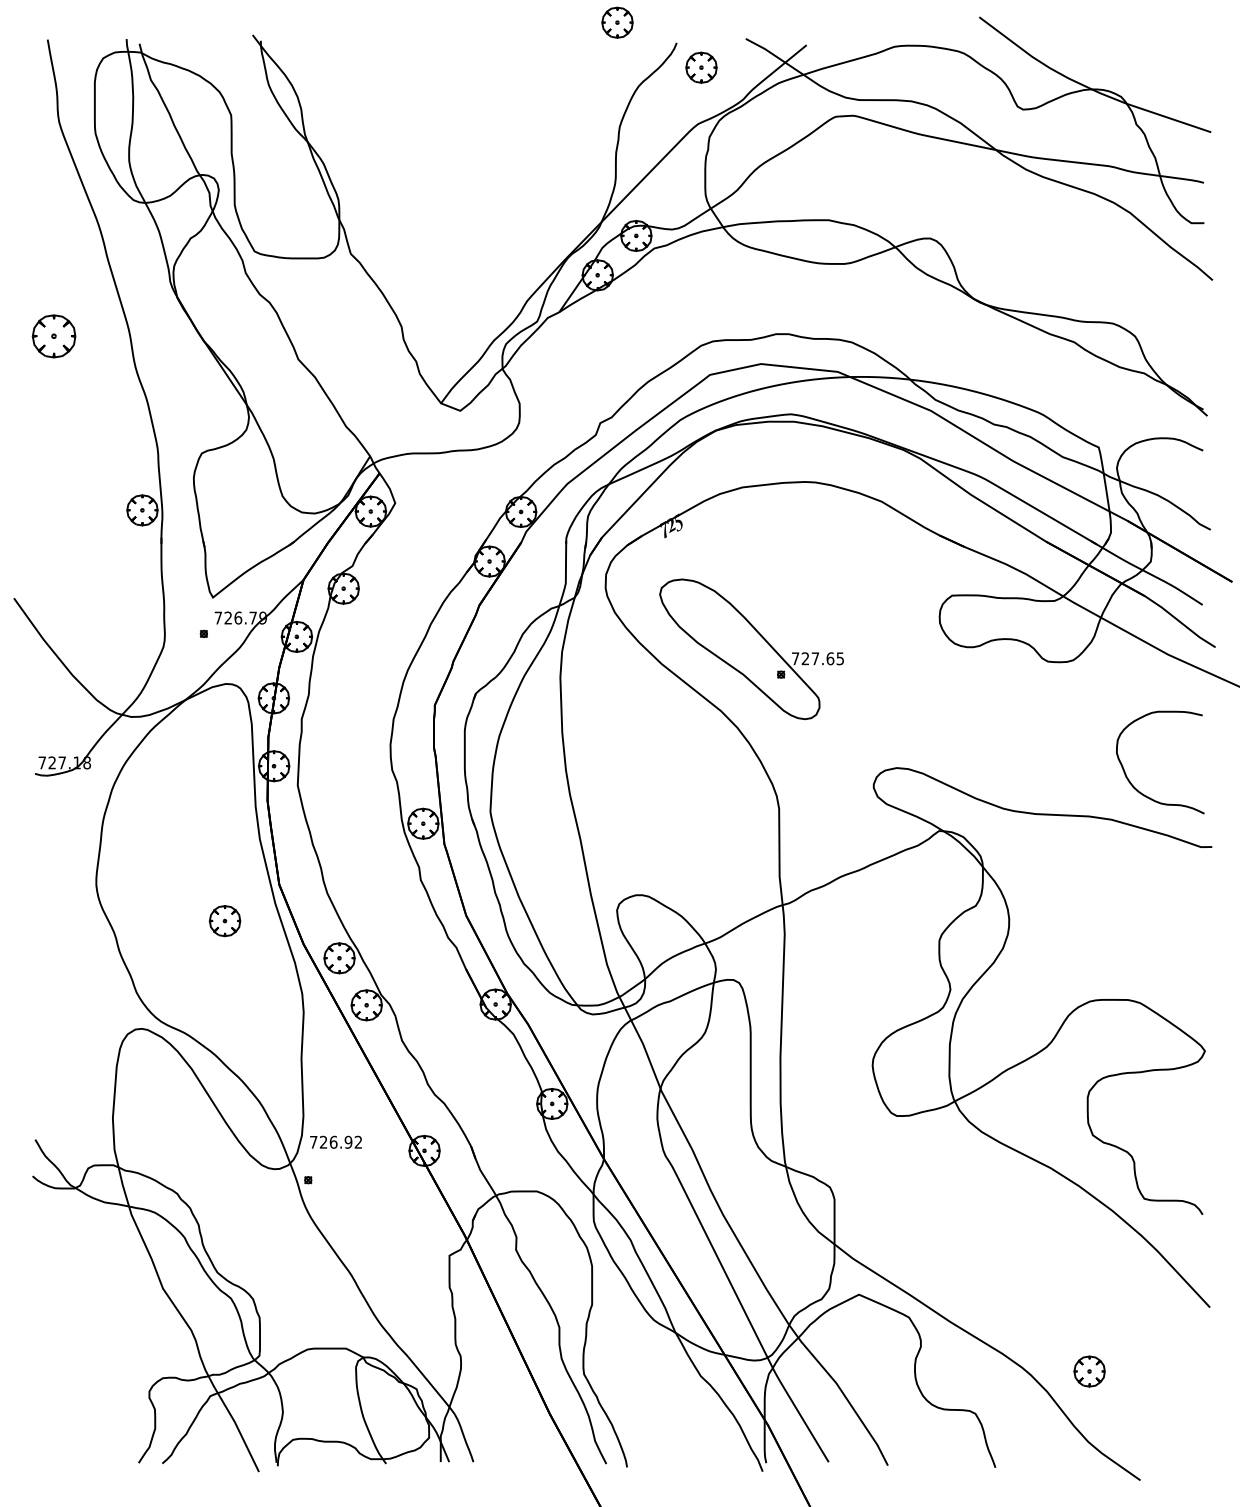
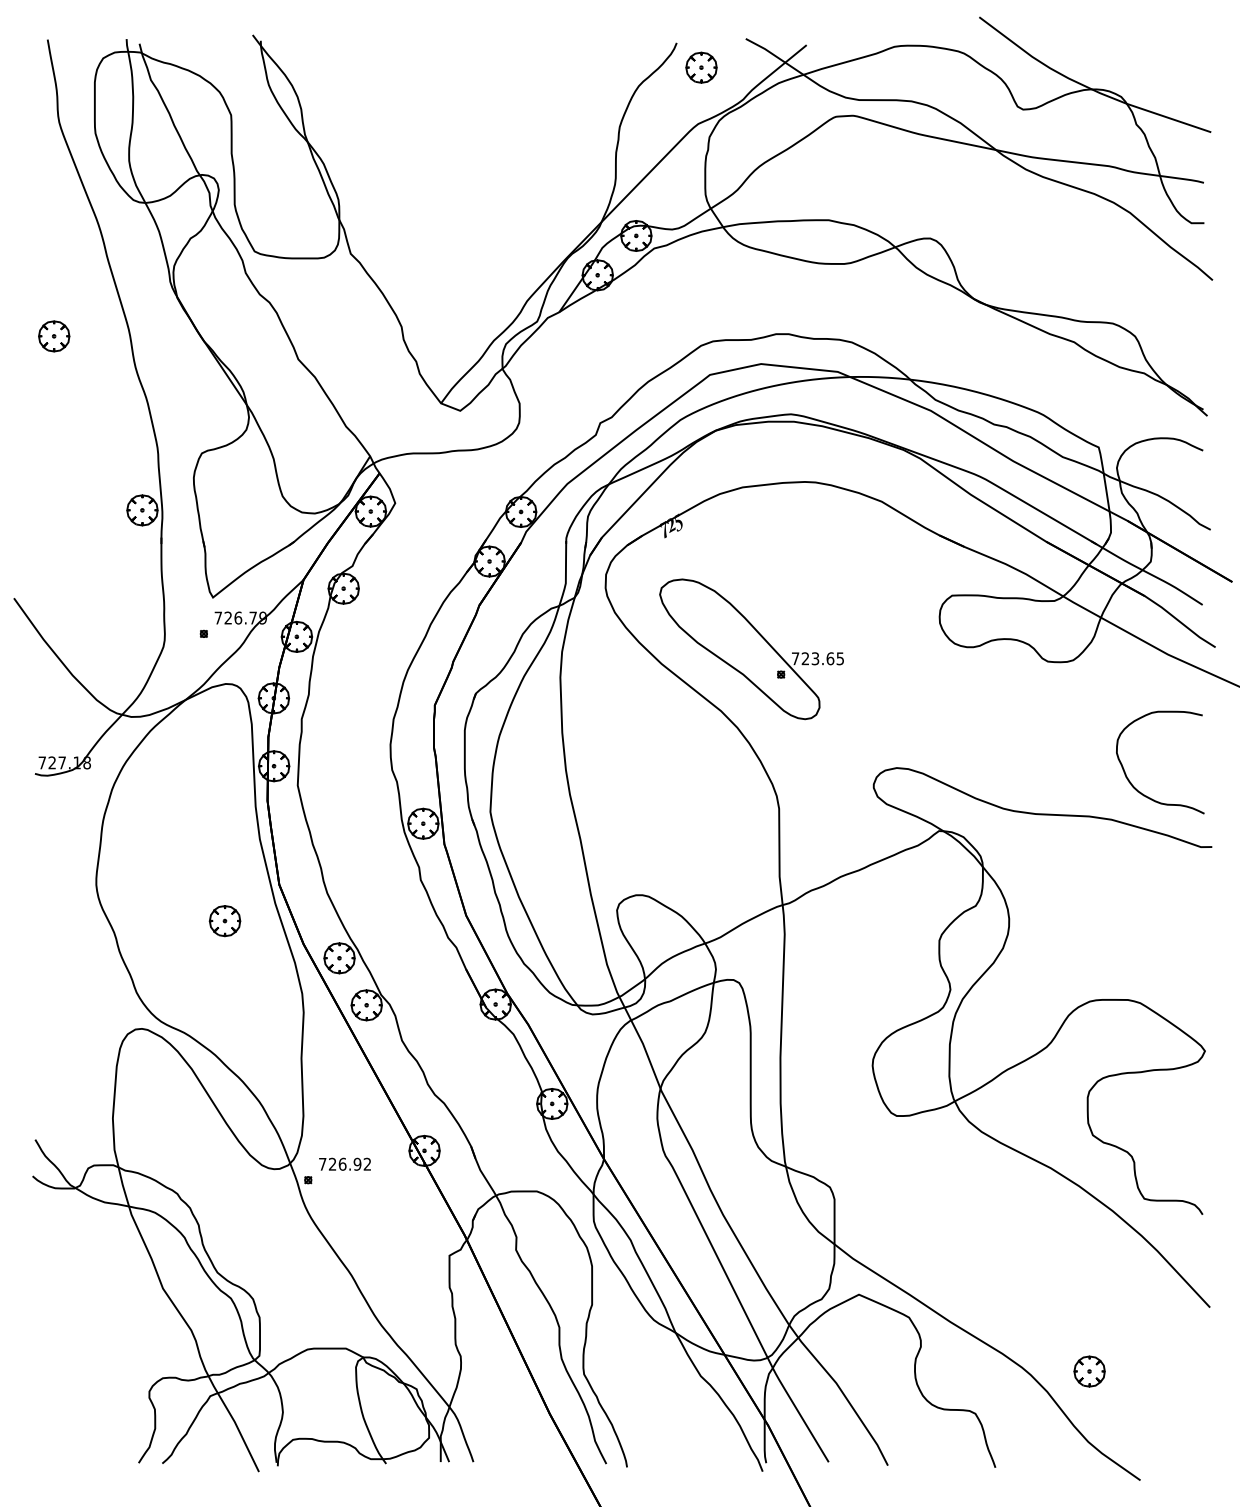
part at (617, 22): present -> none
part at (53, 336) size: 46x45 px -> 33x33 px
text at (815, 658): 727.65 -> 723.65
text at (335, 1141) position: (335, 1141) -> (344, 1163)
